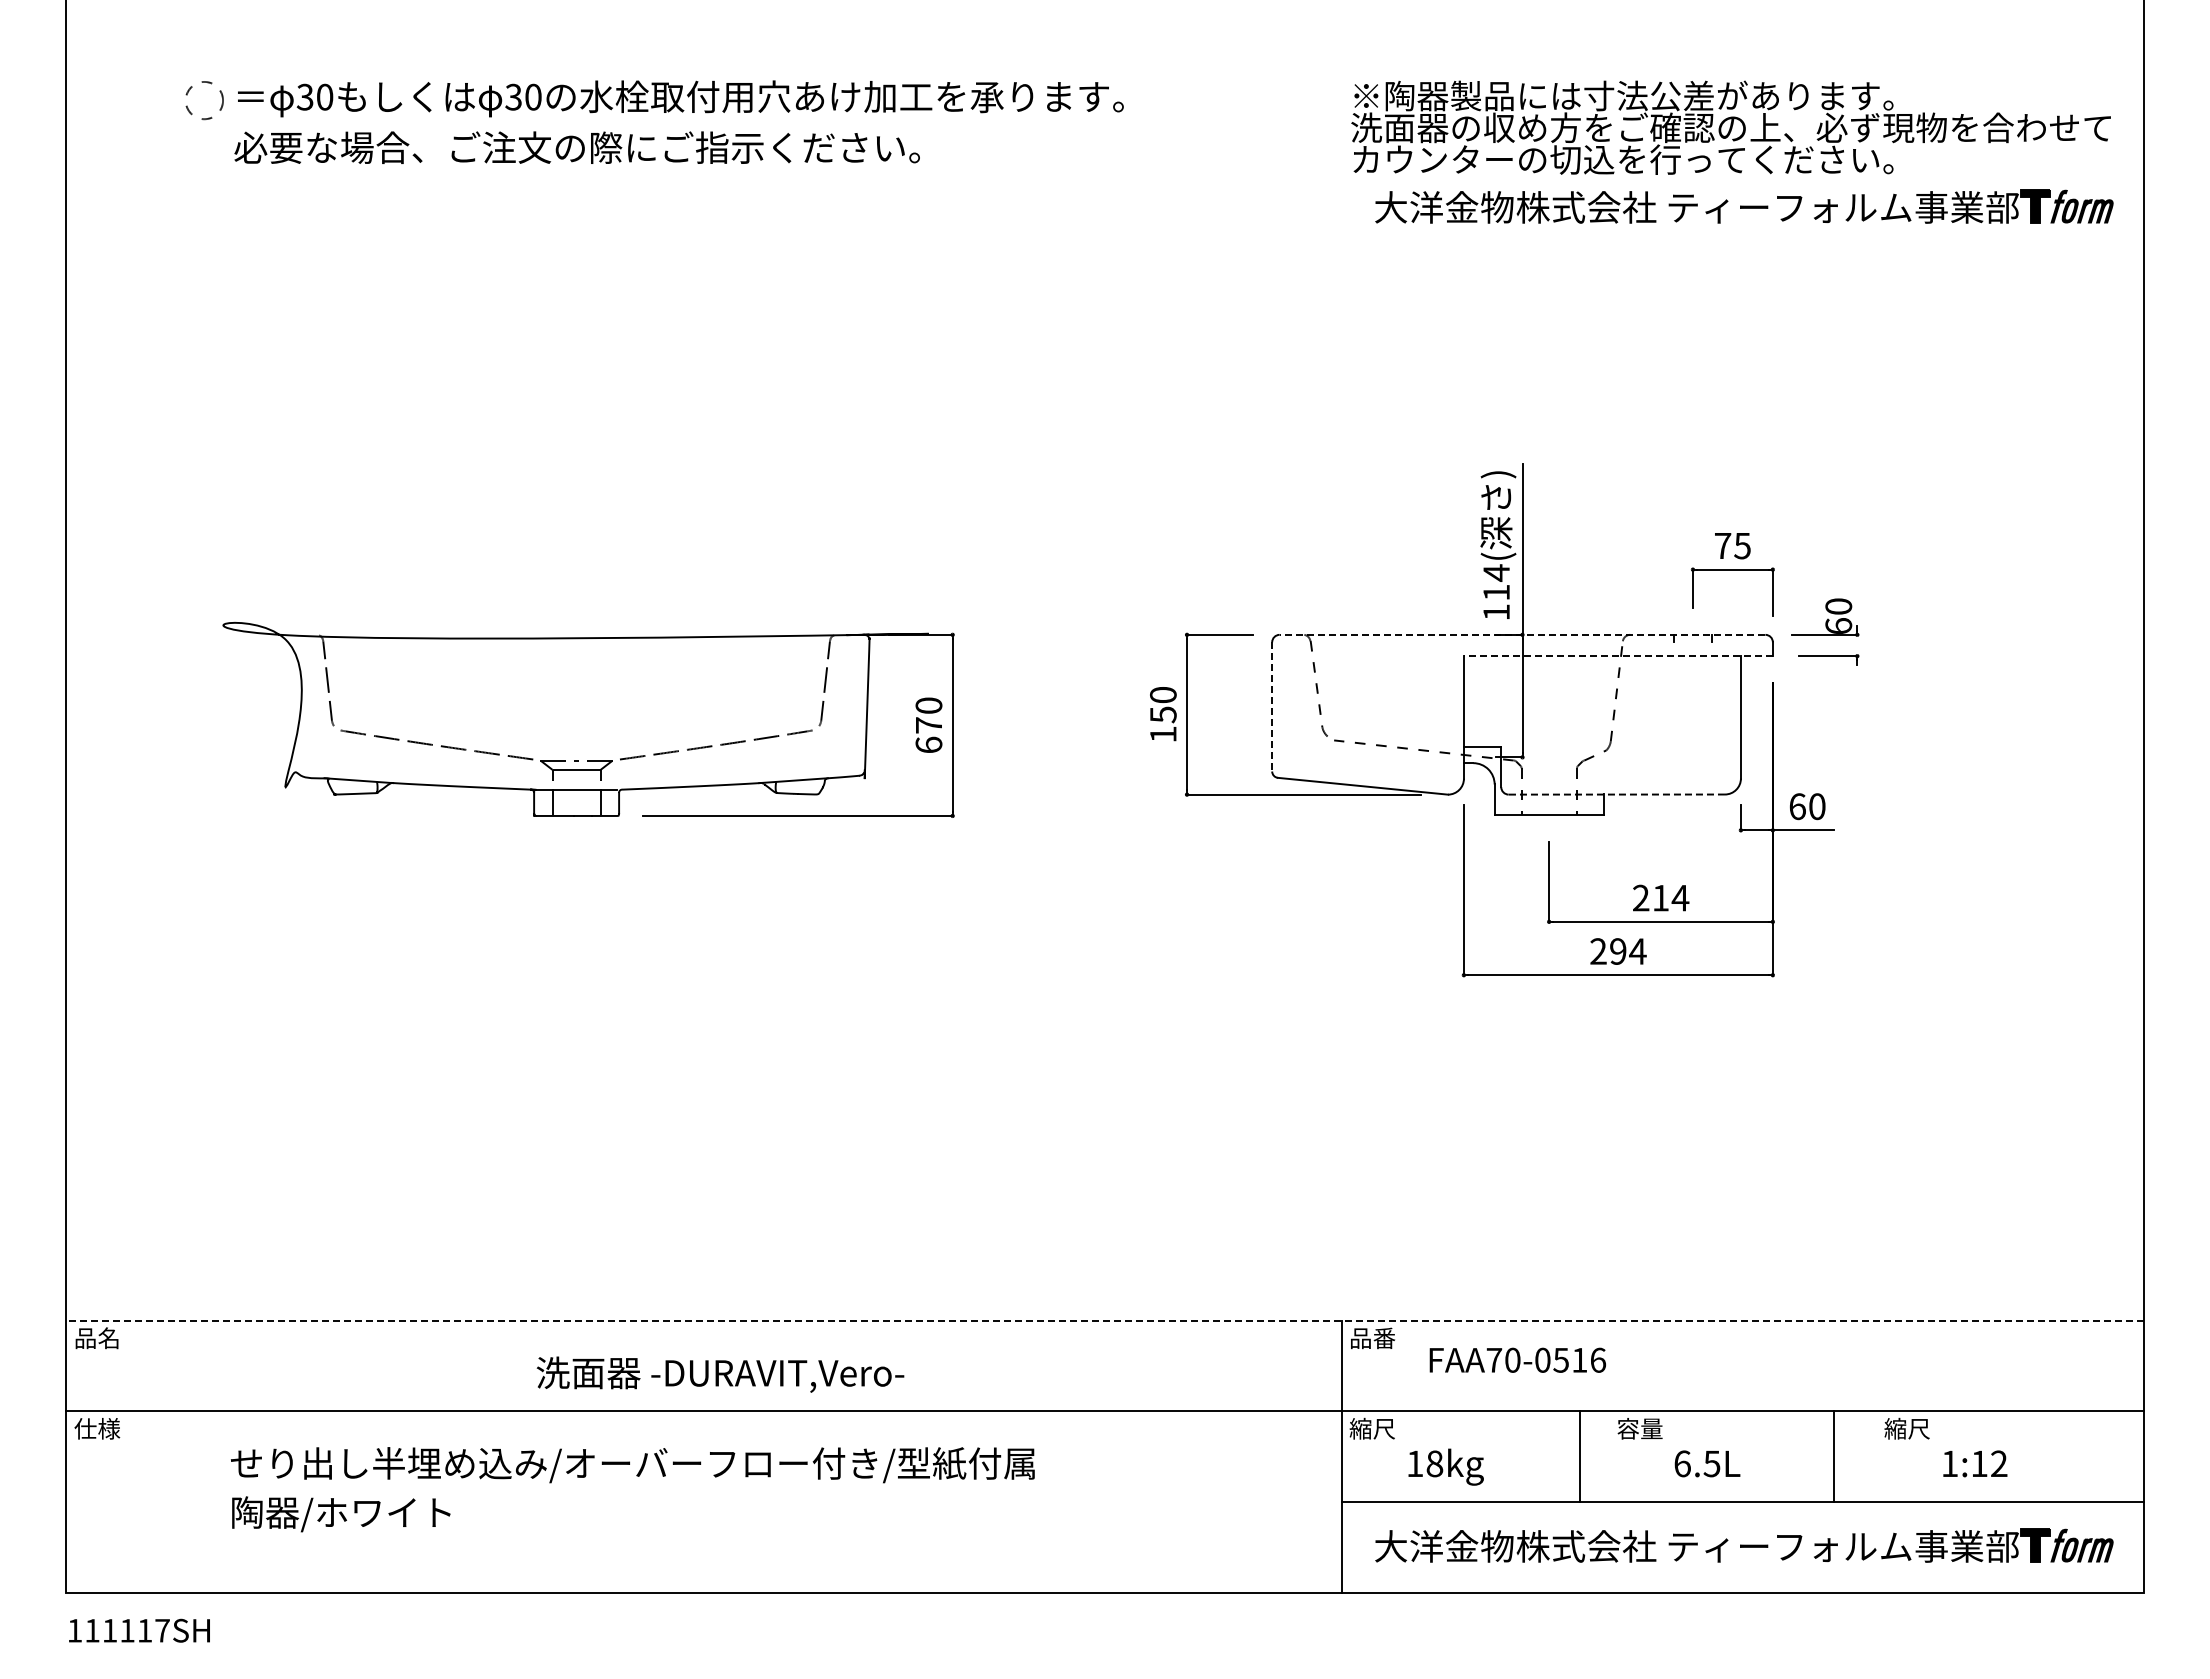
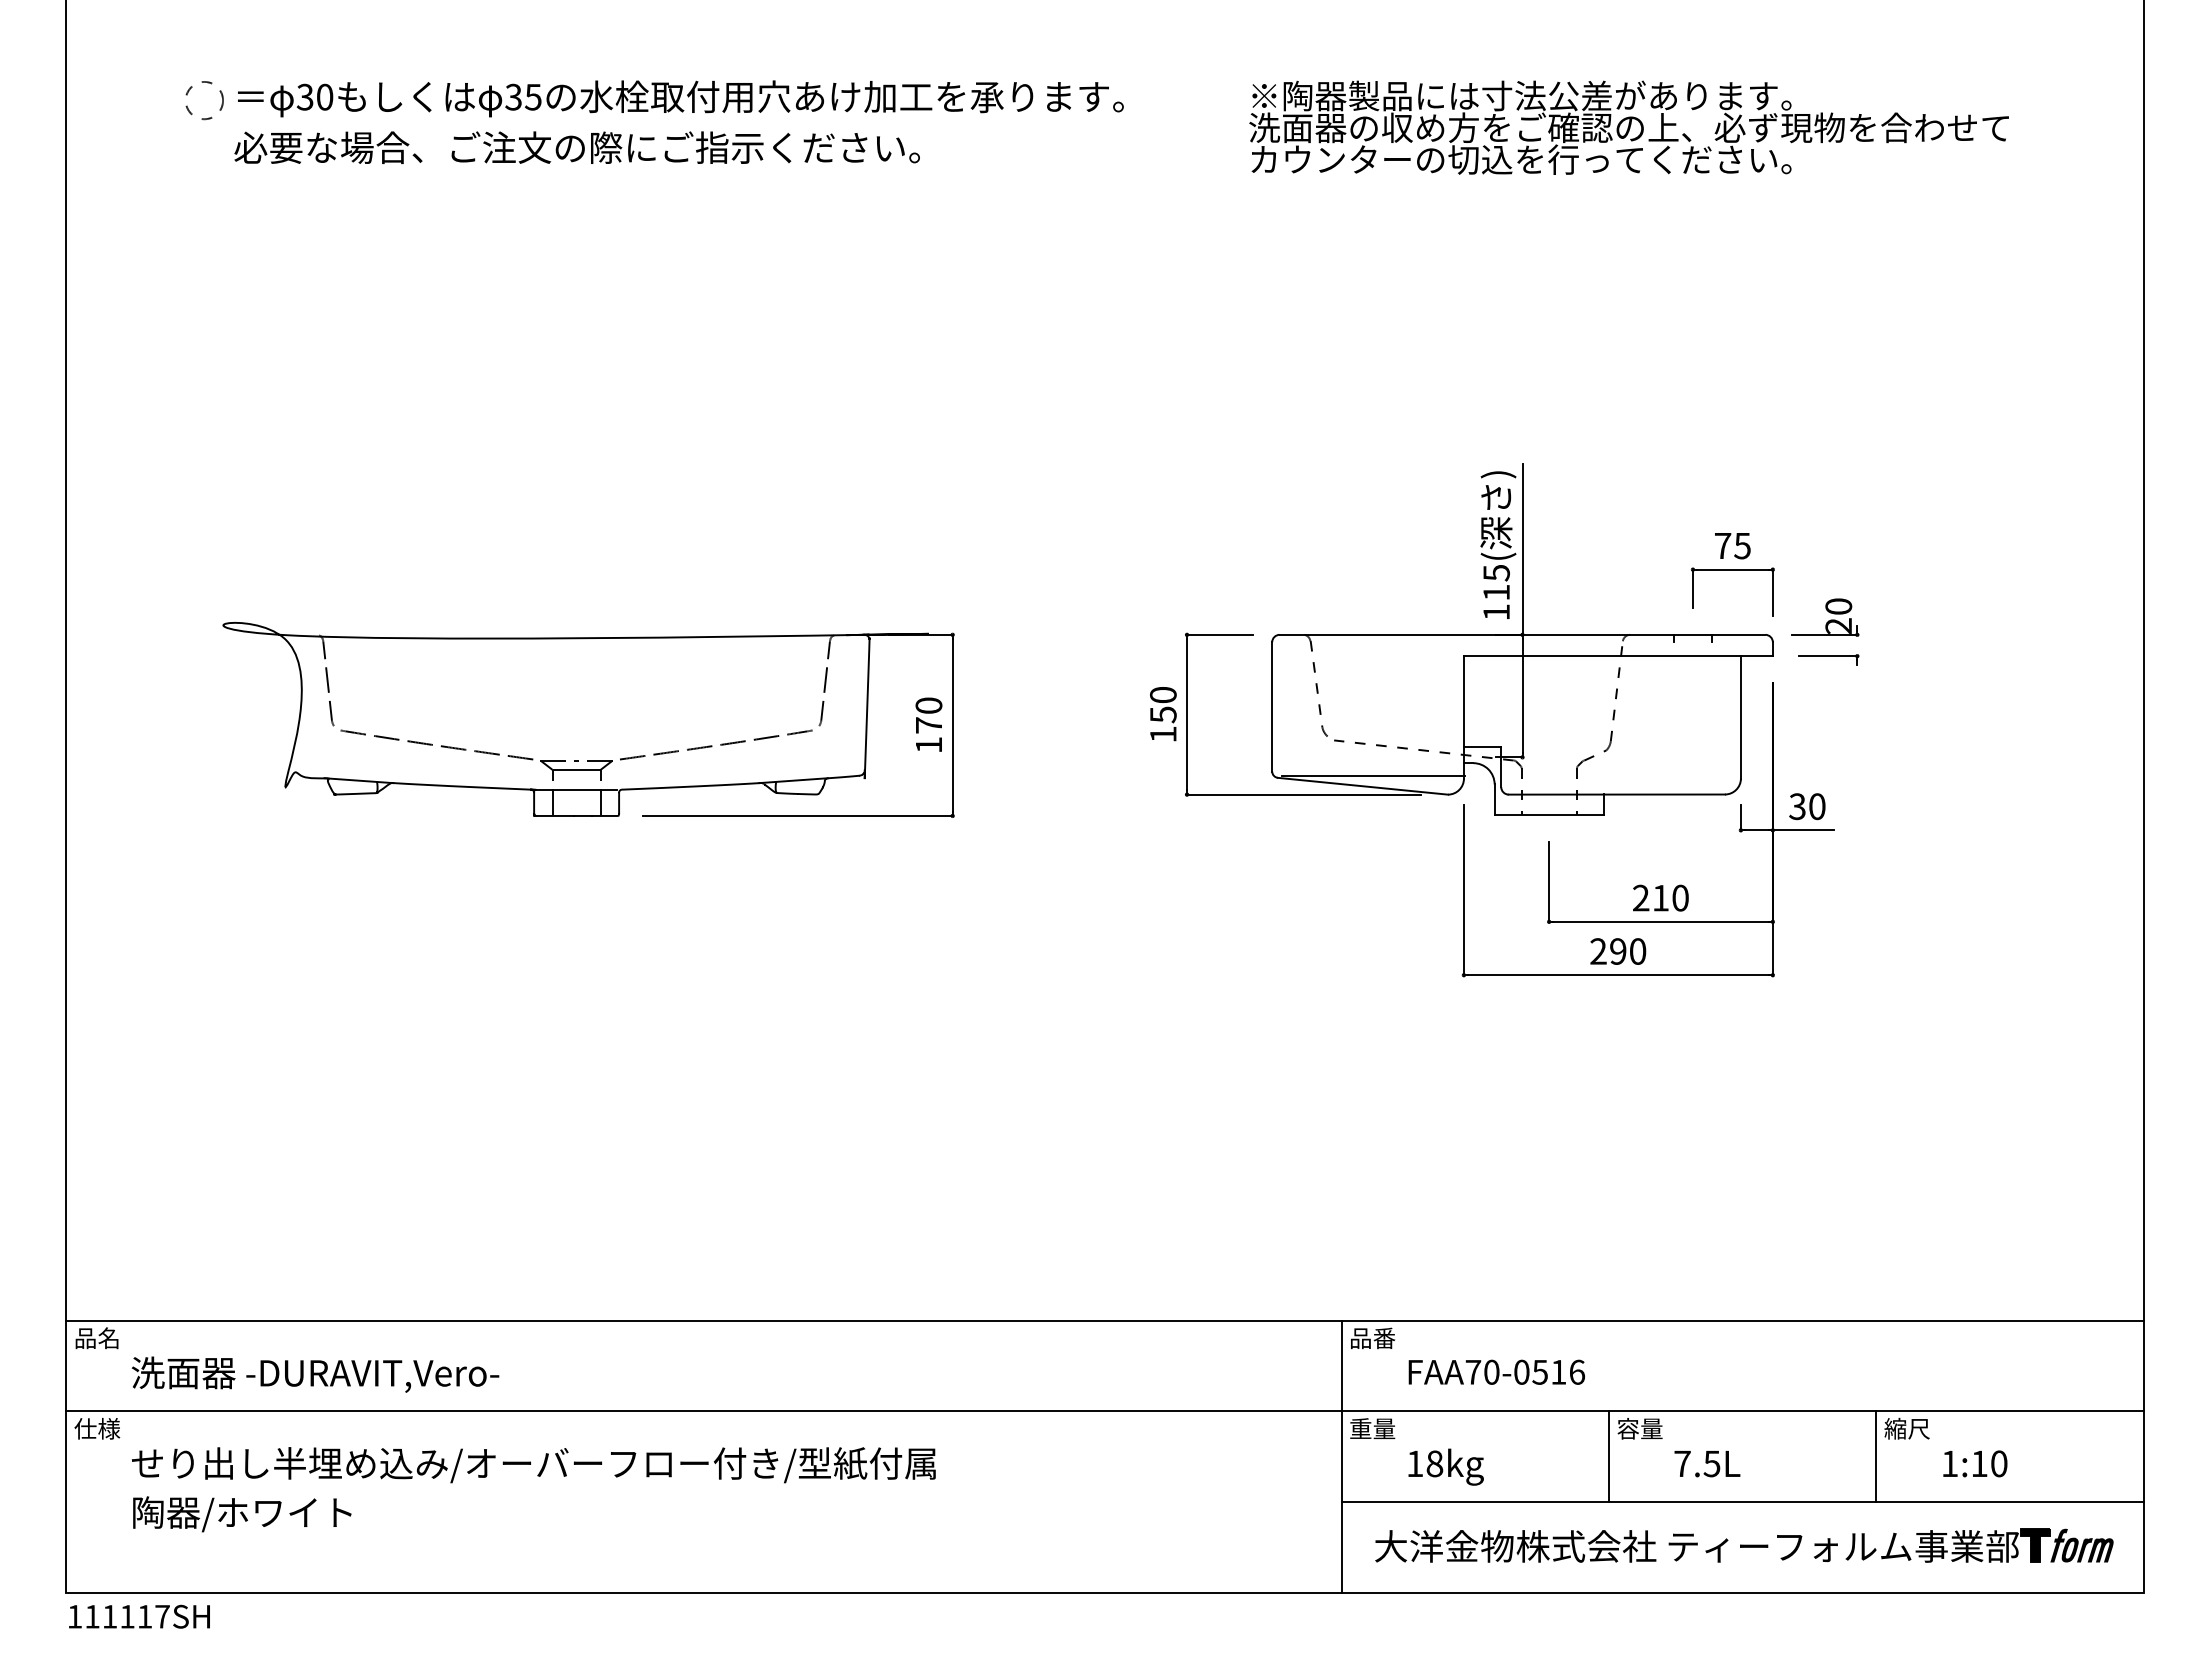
text at (532, 96): 30 -> 35
text at (1730, 127) position: (1730, 127) -> (1628, 127)
part at (1744, 206): present -> none
text at (1496, 572): 114( -> 115(
text at (1838, 625): 60 -> 20
line at (1522, 634): dashed -> solid
line at (1617, 656): dashed -> solid
line at (1272, 706): dashed -> solid
text at (928, 744): 670 -> 170
line at (1373, 775): none -> present
line at (1616, 794): dashed -> solid
text at (1797, 806): 60 -> 30
text at (1680, 897): 214 -> 210
text at (1637, 951): 294 -> 290
line at (1105, 1320): dashed -> solid
text at (1517, 1359) position: (1517, 1359) -> (1496, 1371)
text at (720, 1374) position: (720, 1374) -> (315, 1374)
text at (1372, 1428): 縮尺 -> 重量
line at (1579, 1456) position: (1579, 1456) -> (1608, 1456)
line at (1834, 1456) position: (1834, 1456) -> (1876, 1456)
text at (1682, 1463): 6.5L -> 7.5L
text at (1999, 1463): 1:12 -> 1:10
text at (632, 1489) position: (632, 1489) -> (533, 1489)
text at (139, 1630) position: (139, 1630) -> (139, 1616)
